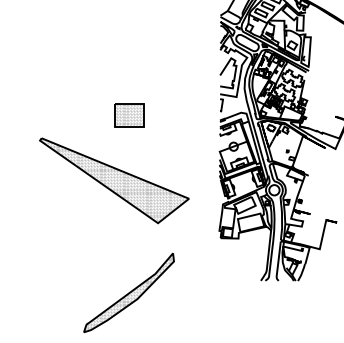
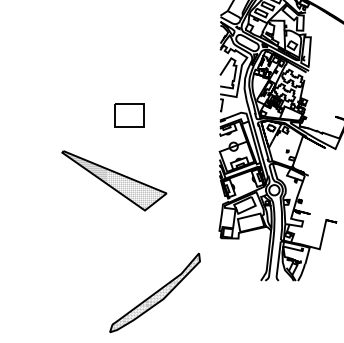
hatch at (129, 115): present -> none
part at (114, 180) size: 151x88 px -> 107x62 px
part at (128, 292) position: (128, 292) -> (154, 292)
